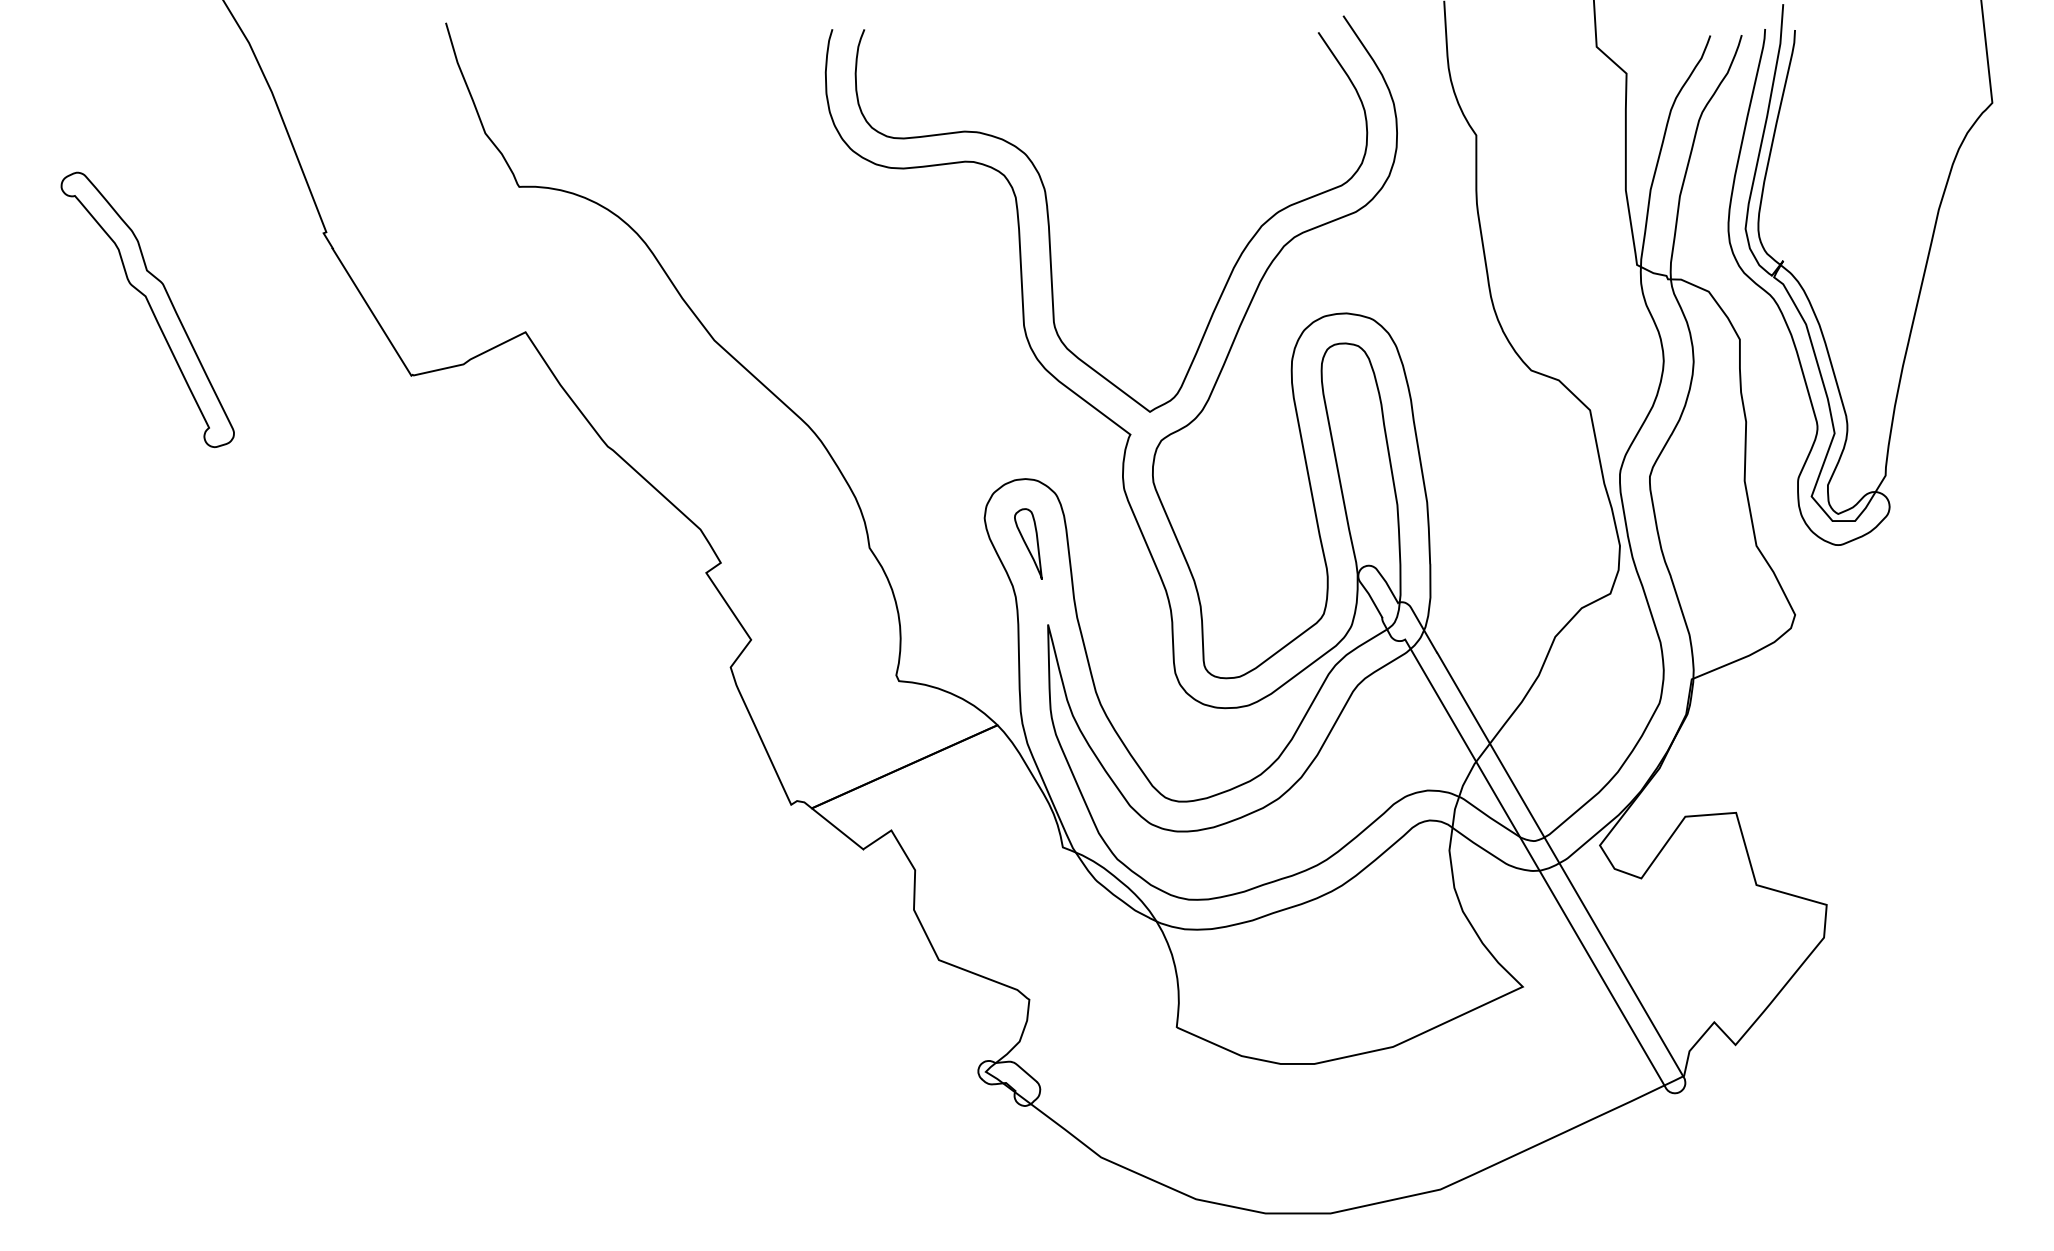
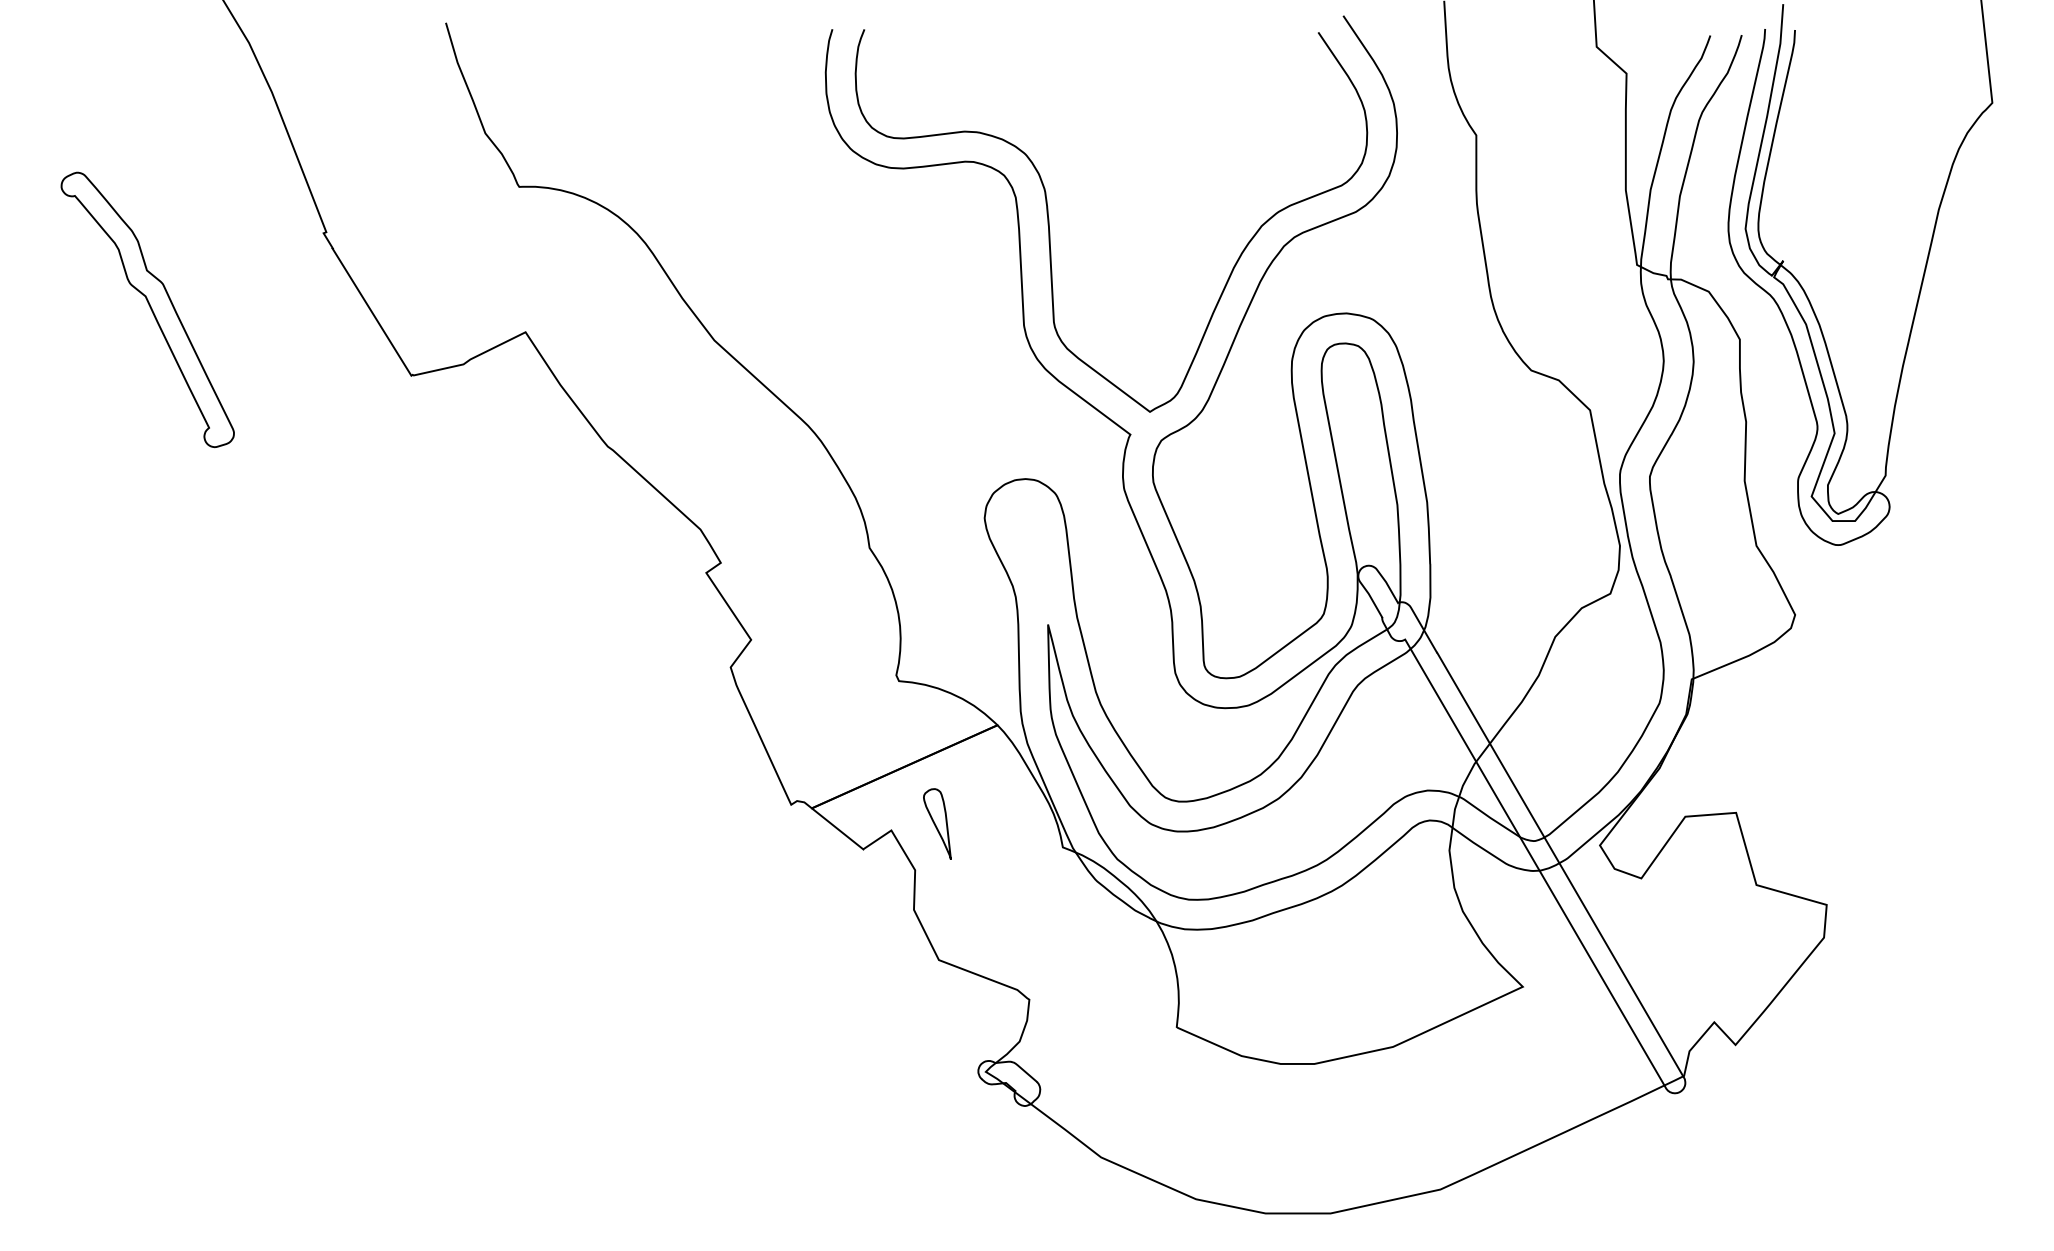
part at (1028, 543) position: (1028, 543) -> (937, 823)
